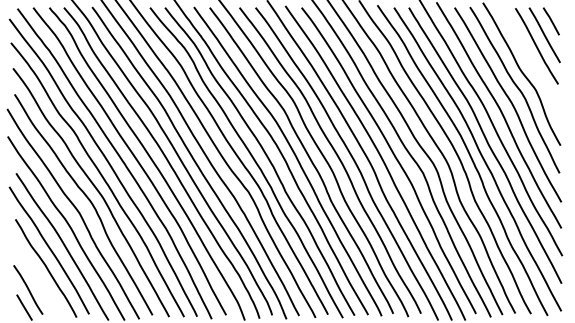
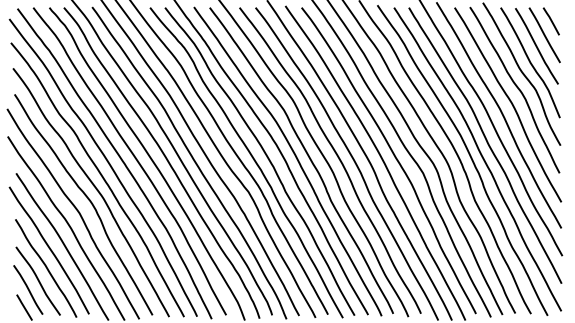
curve at (530, 62): none -> present
curve at (37, 280): none -> present
